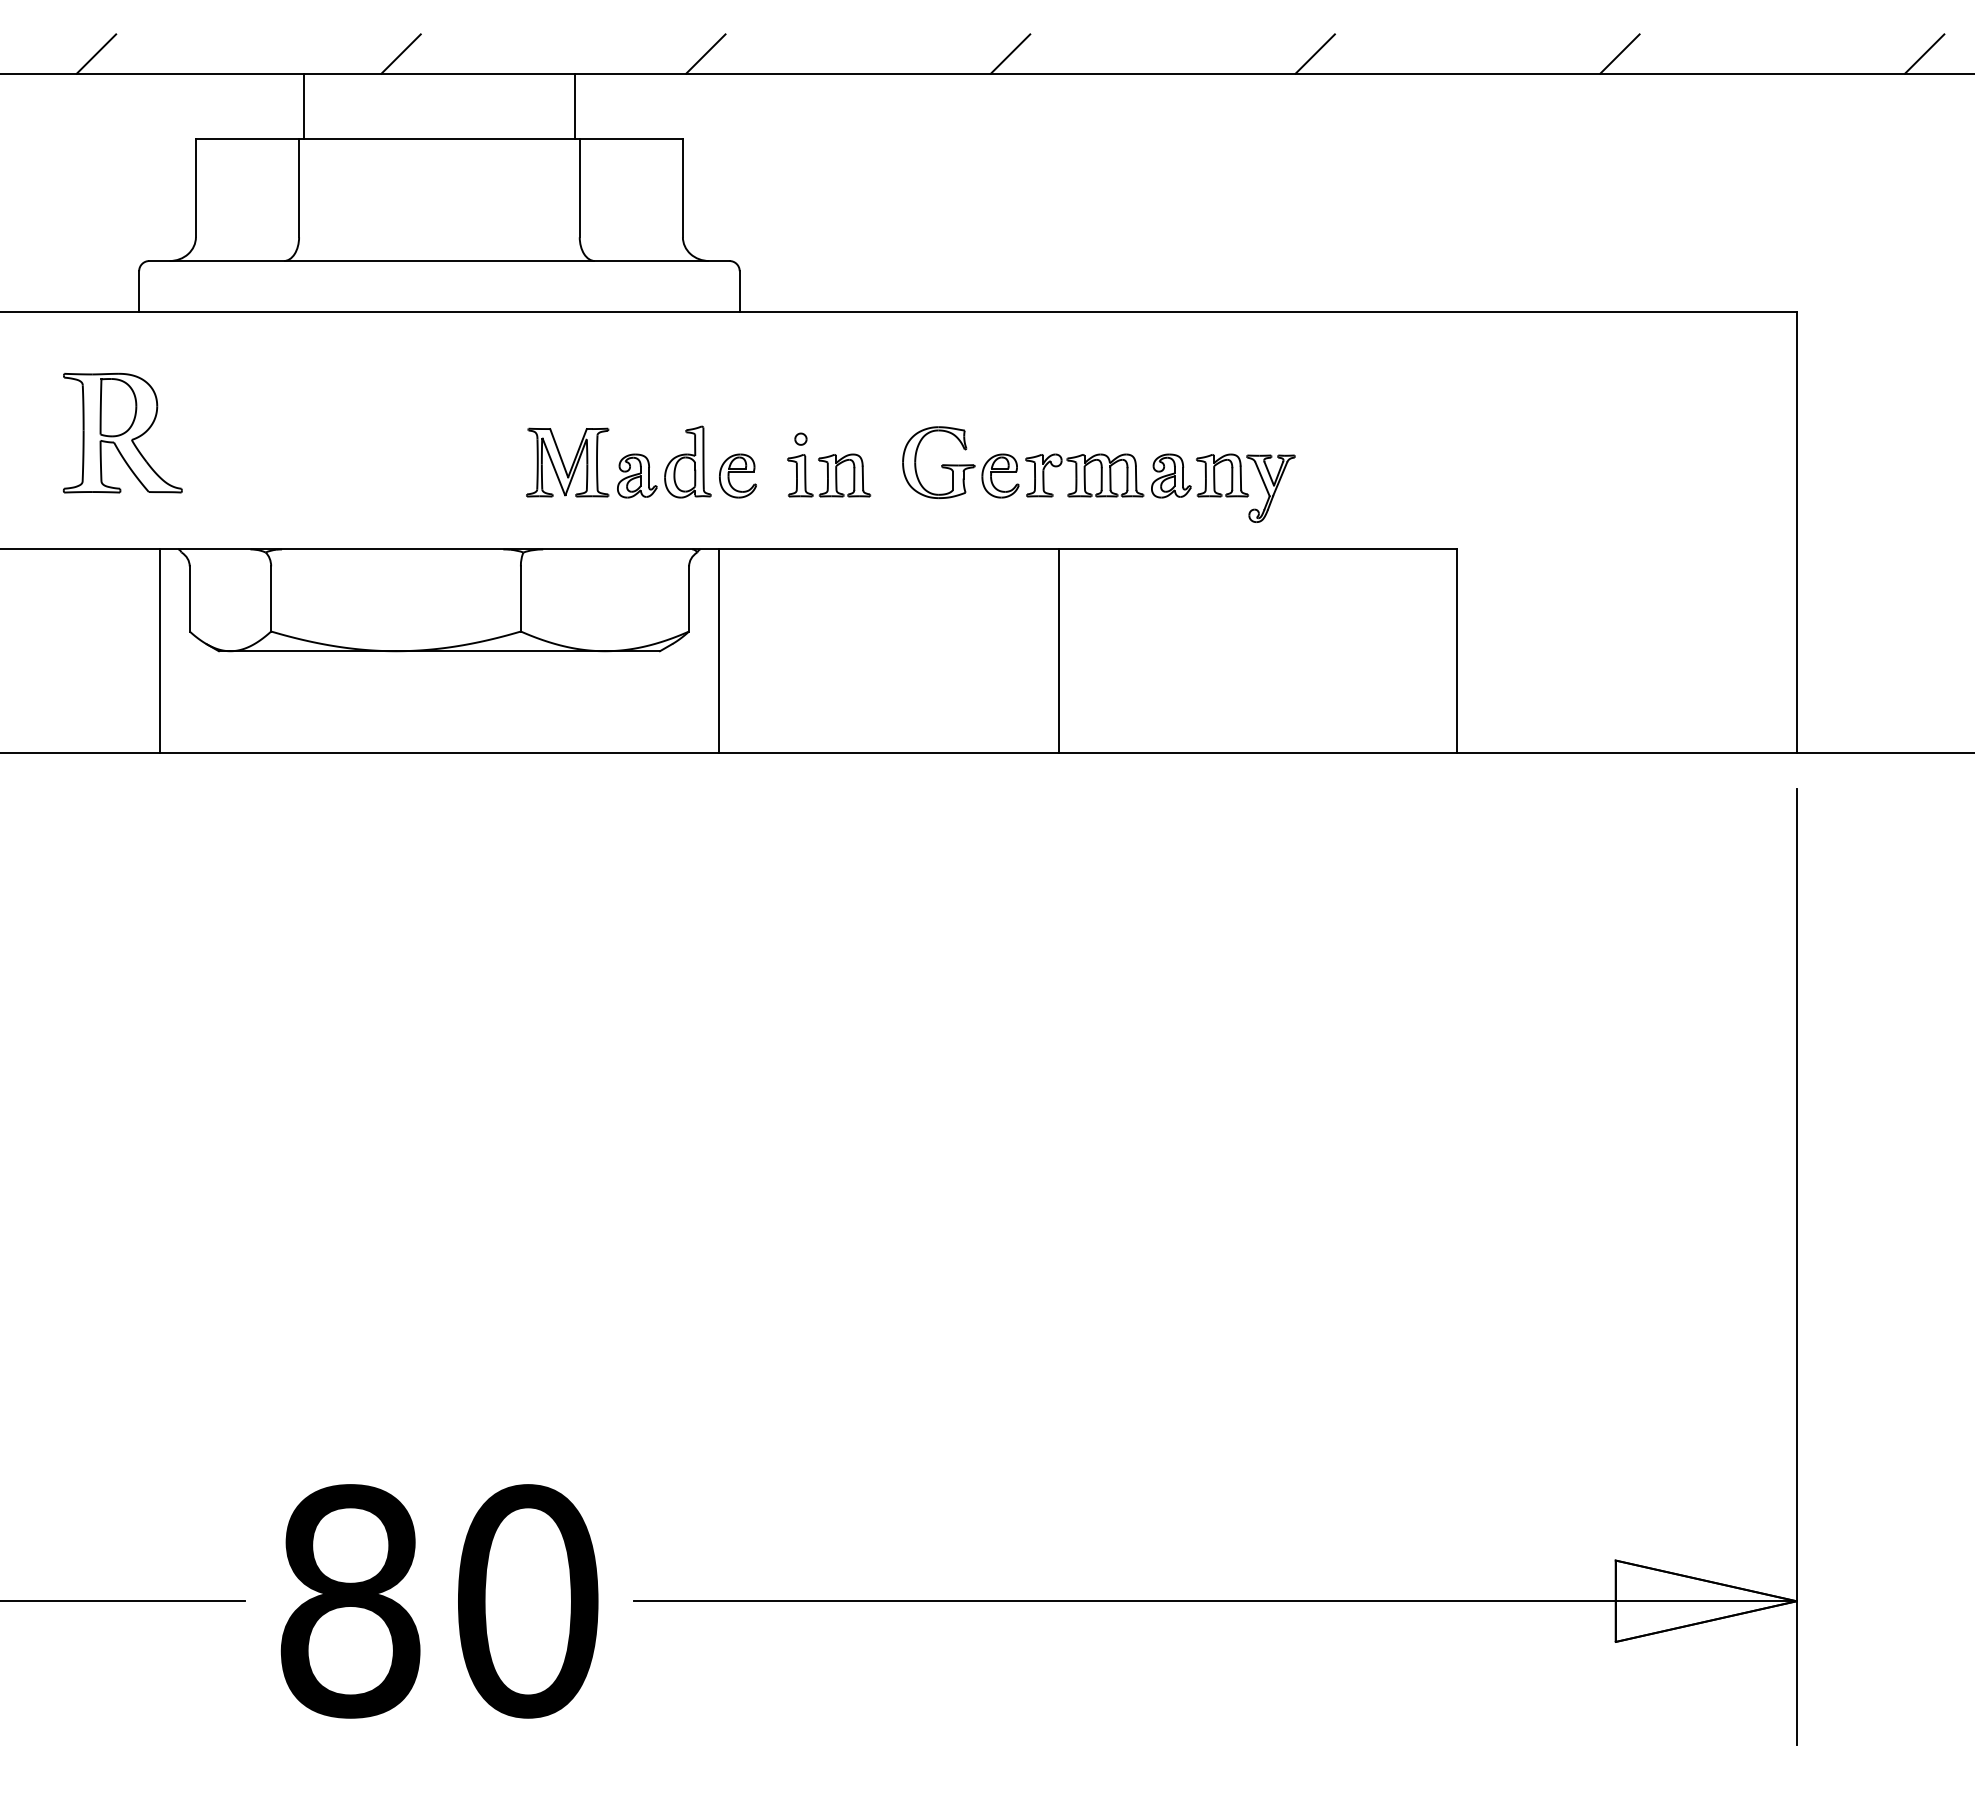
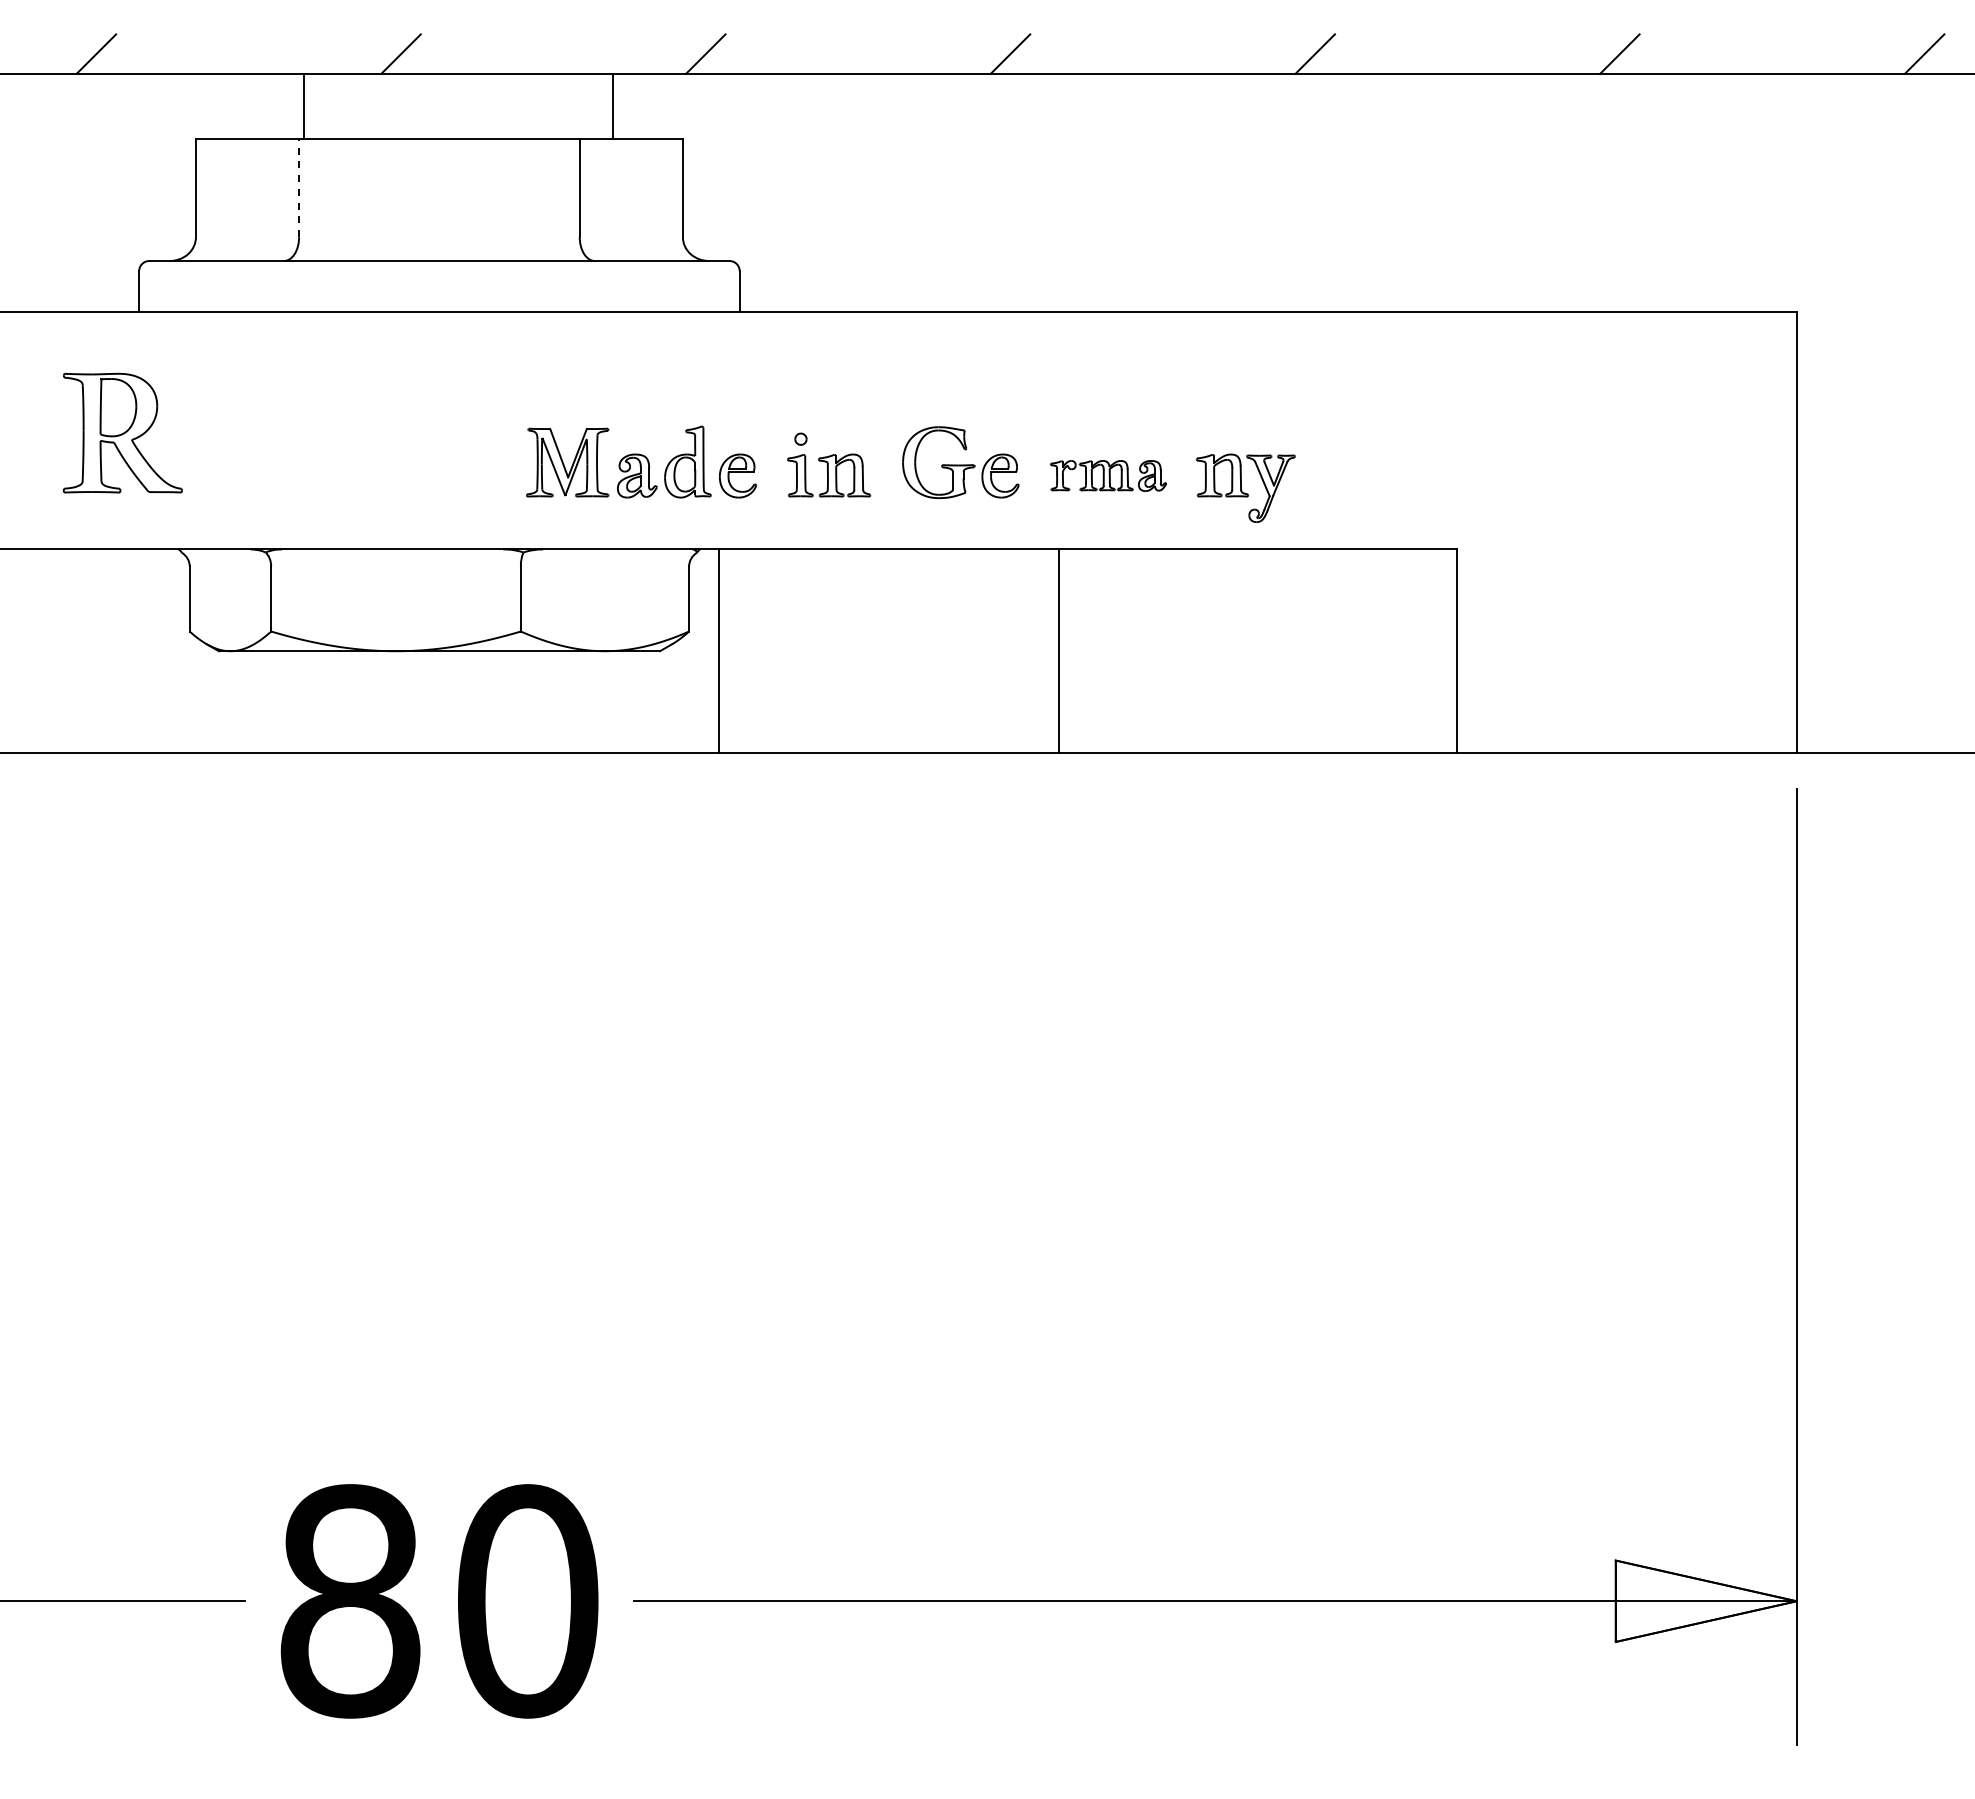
line at (575, 106) position: (575, 106) -> (613, 106)
line at (299, 187): solid -> dashed
part at (1108, 475) size: 167x46 px -> 118x32 px
line at (159, 651): present -> none
